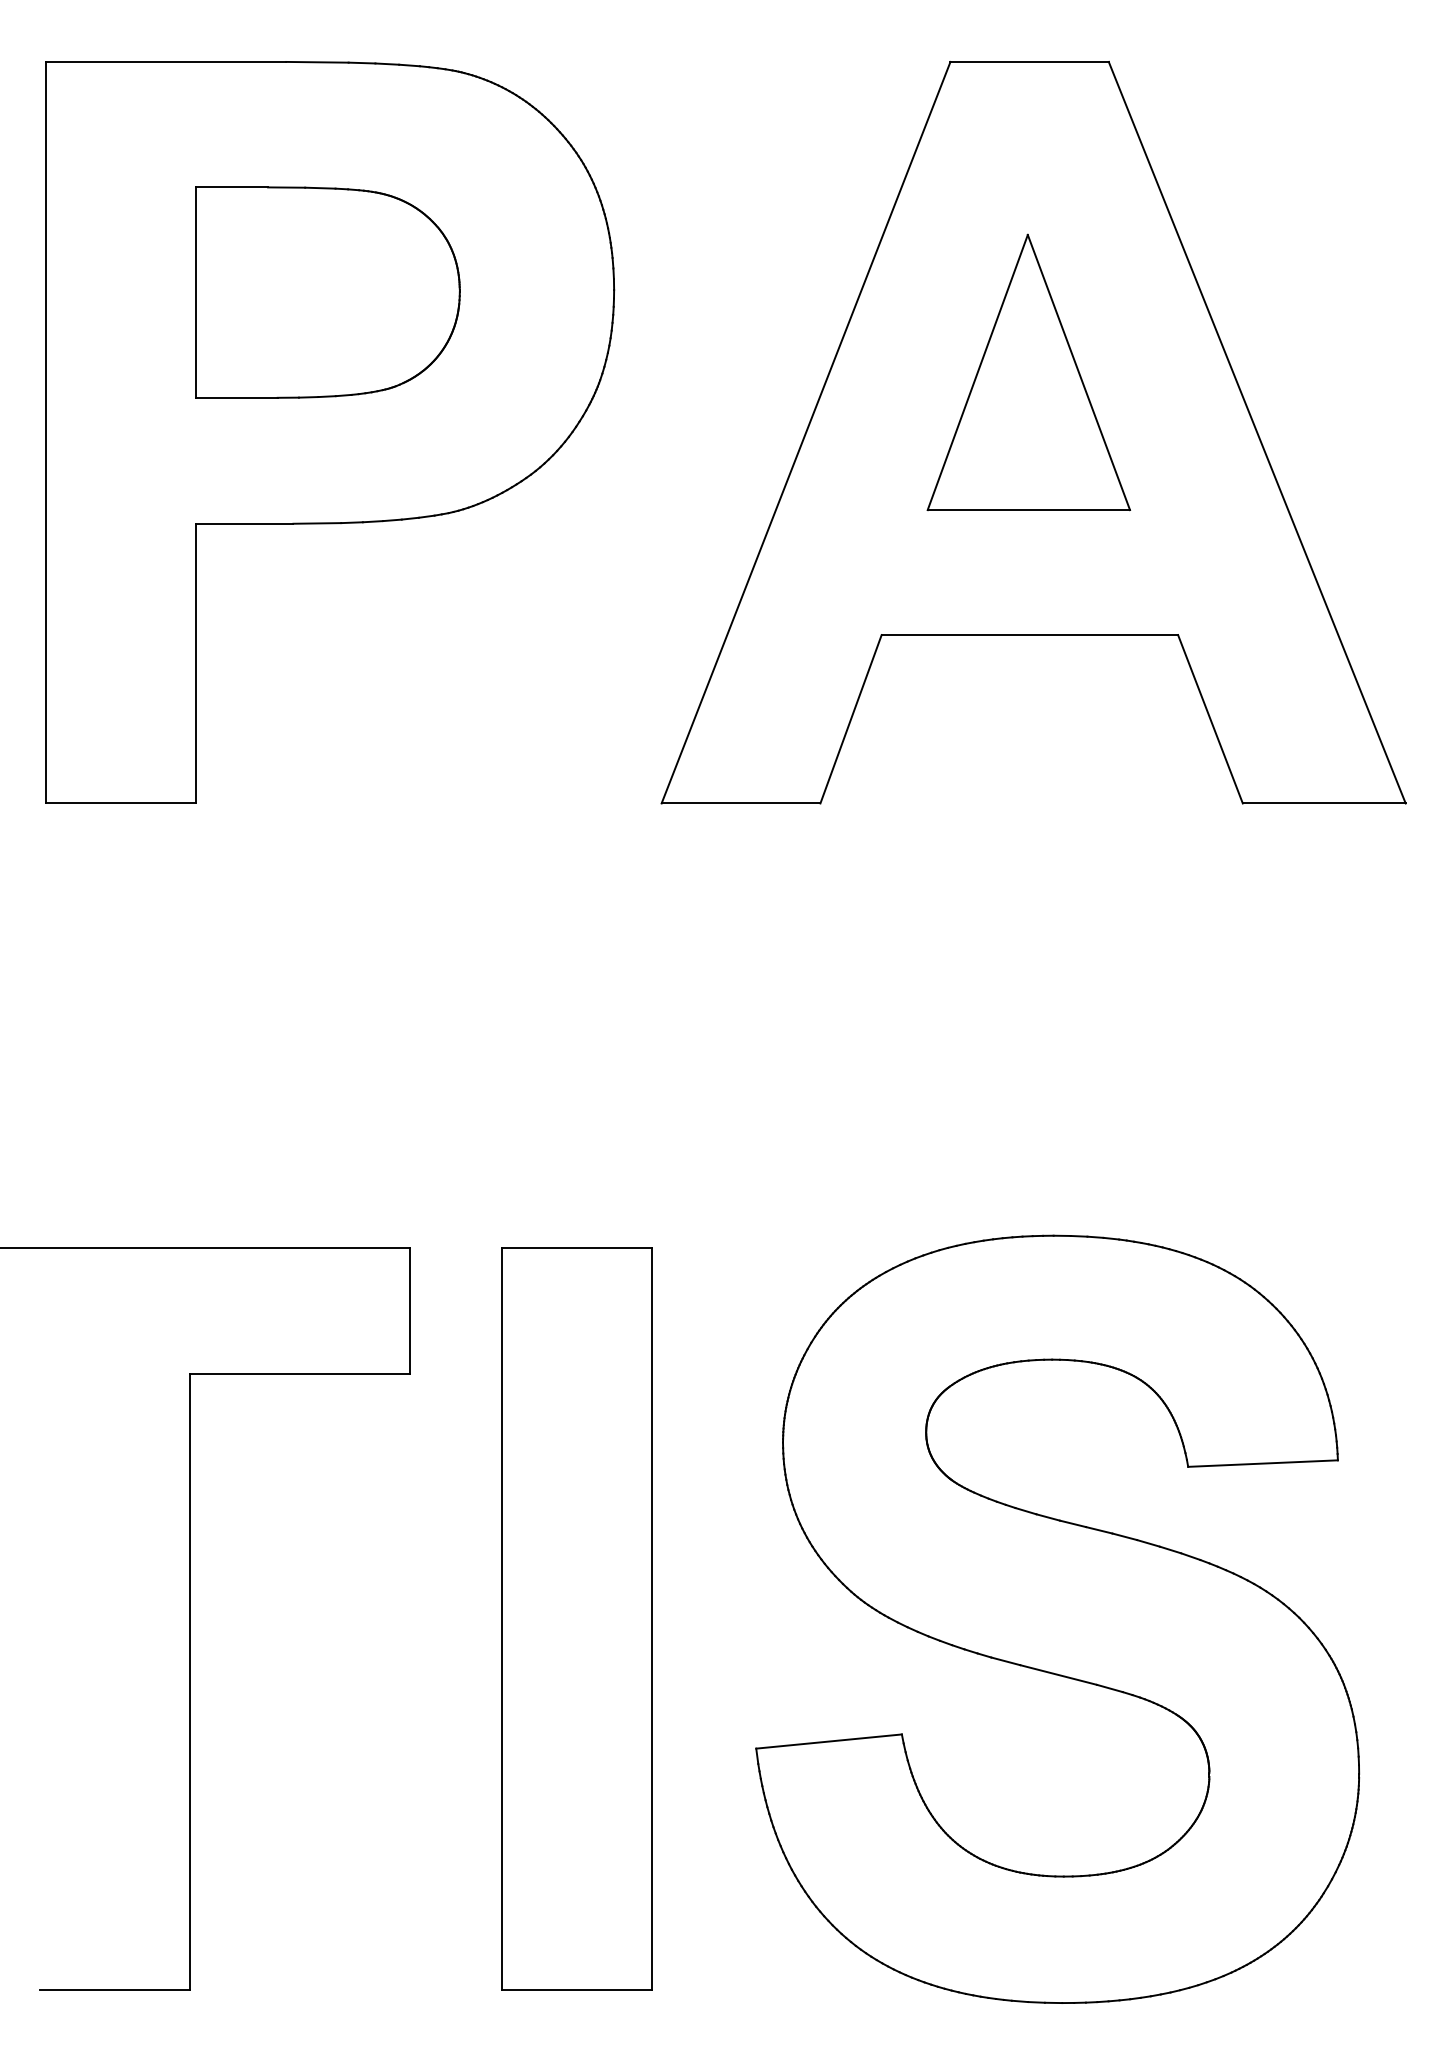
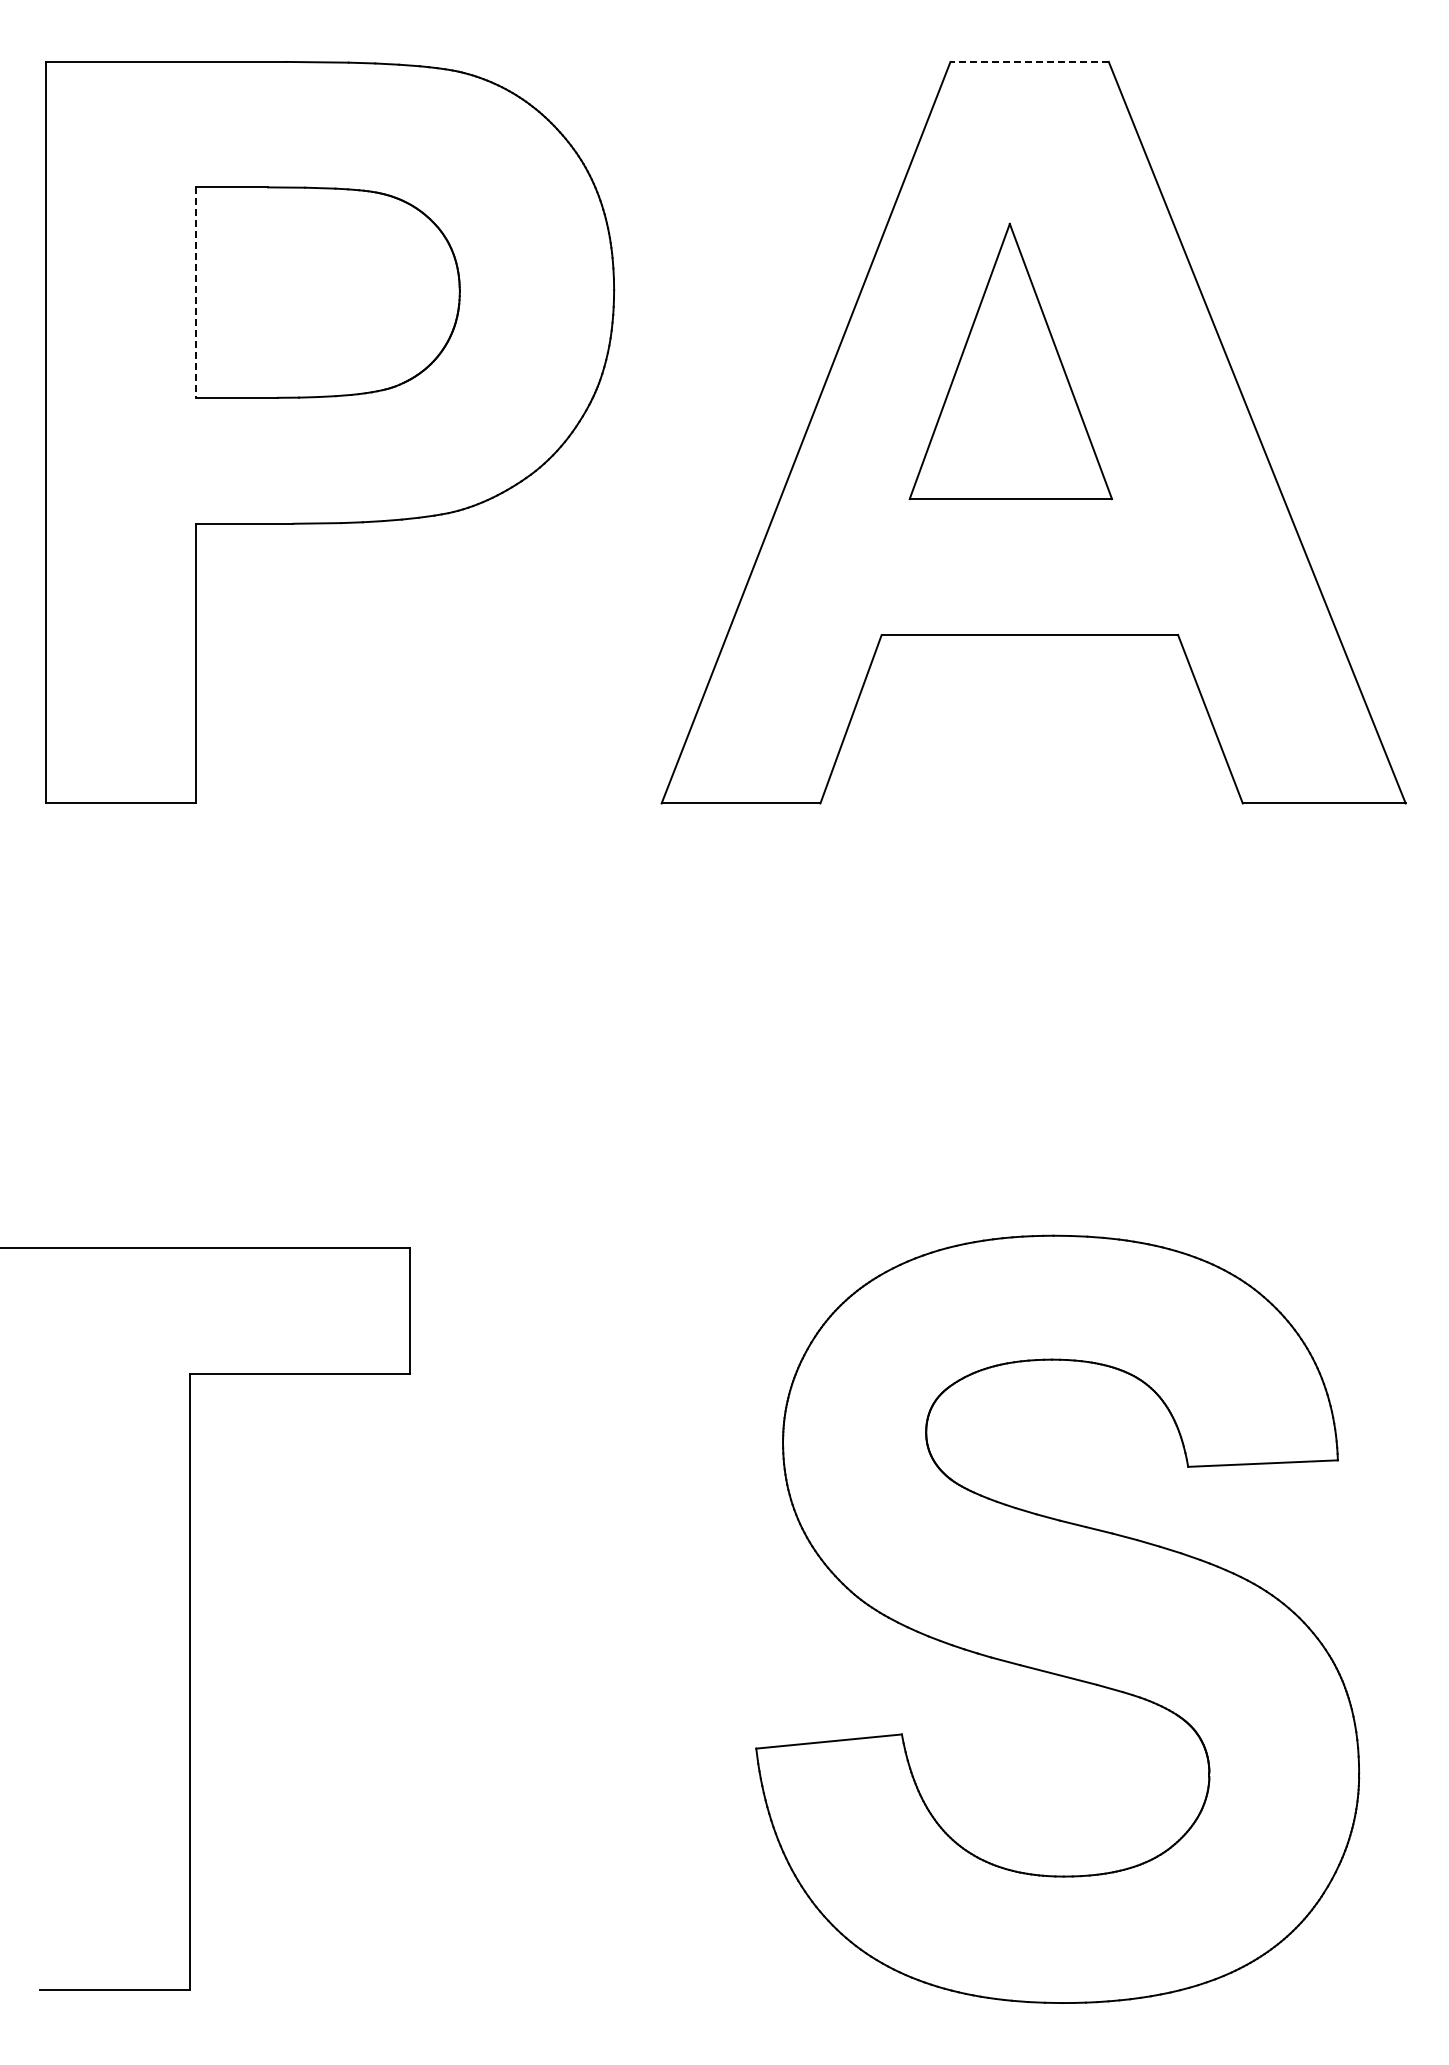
line at (1029, 61): solid -> dashed
line at (195, 293): solid -> dashed
part at (1028, 372) position: (1028, 372) -> (1010, 361)
part at (576, 1618): present -> none
